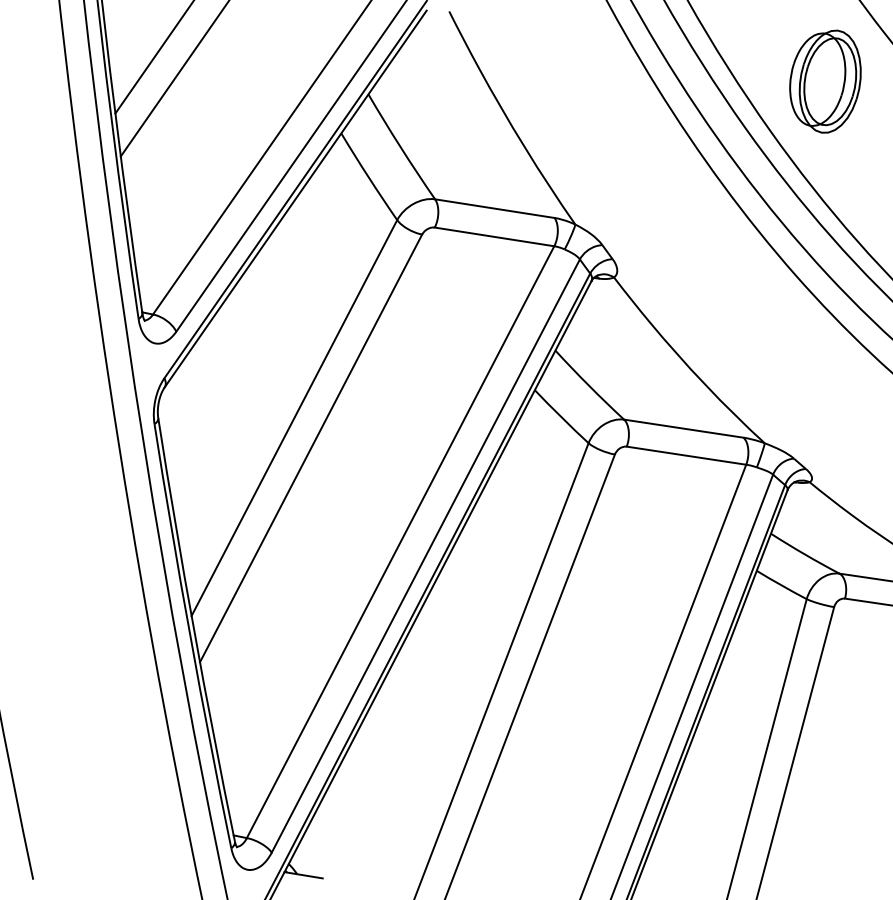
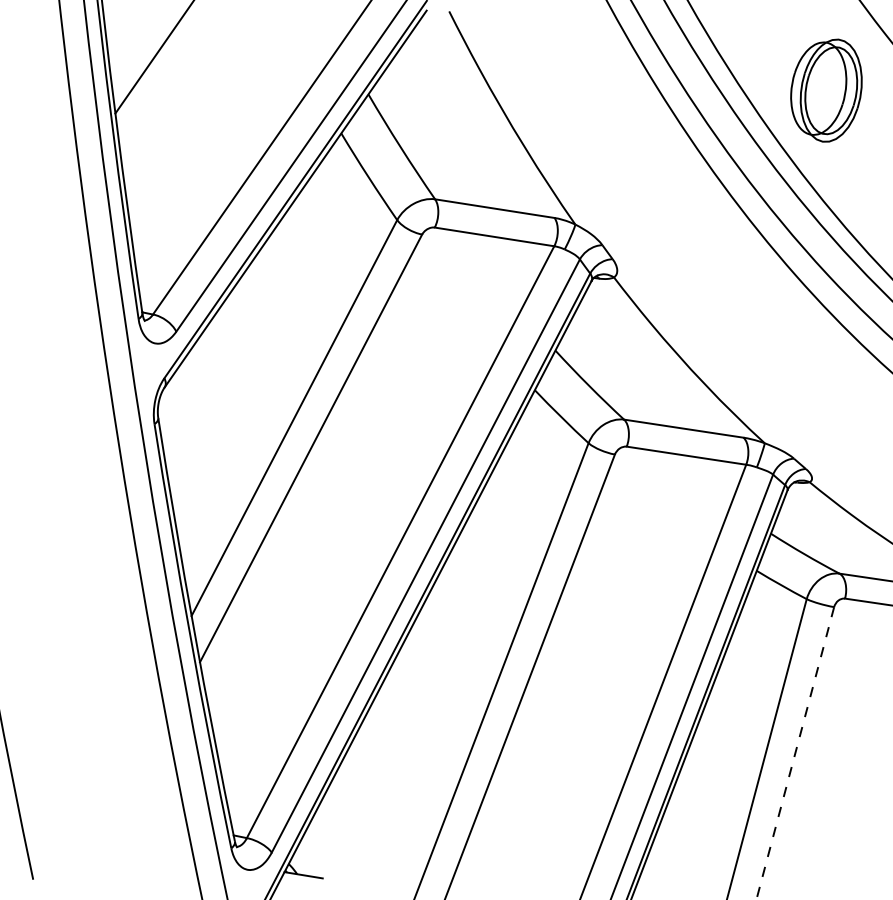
line at (173, 79): present -> none
part at (825, 81) position: (825, 81) -> (826, 90)
line at (795, 754): solid -> dashed
